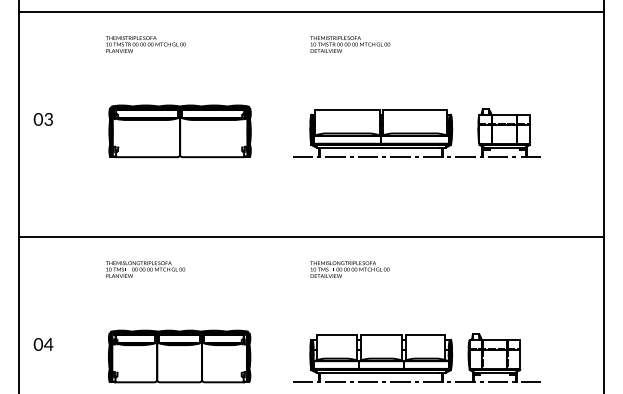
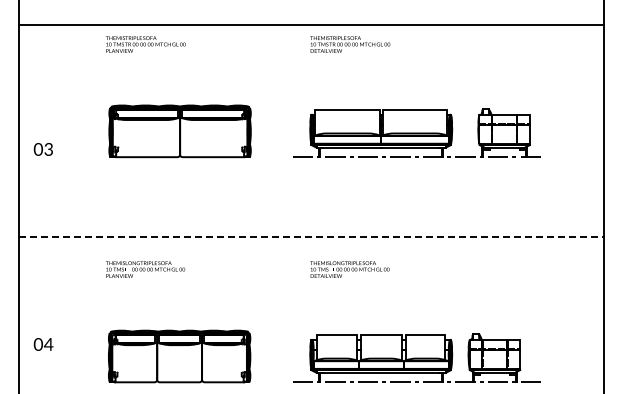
line at (311, 11) position: (311, 11) -> (311, 24)
text at (42, 119) position: (42, 119) -> (42, 149)
line at (311, 236): solid -> dashed
